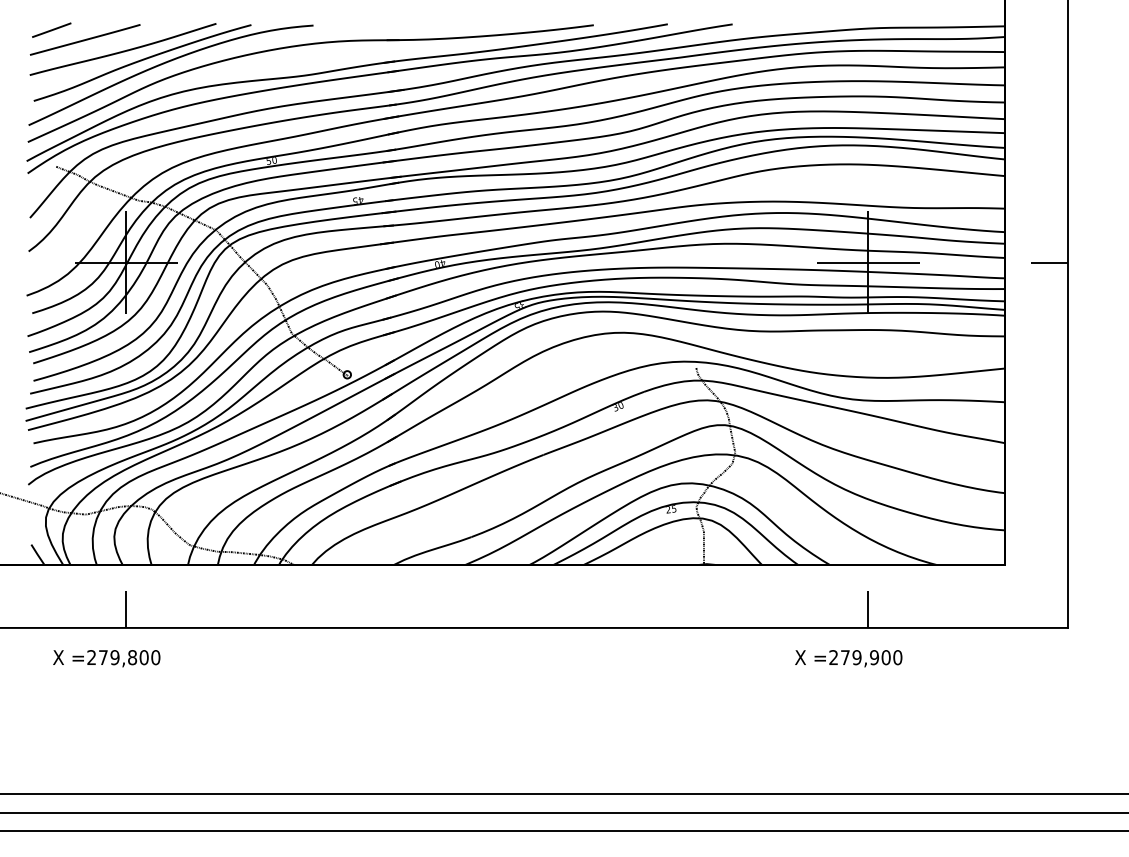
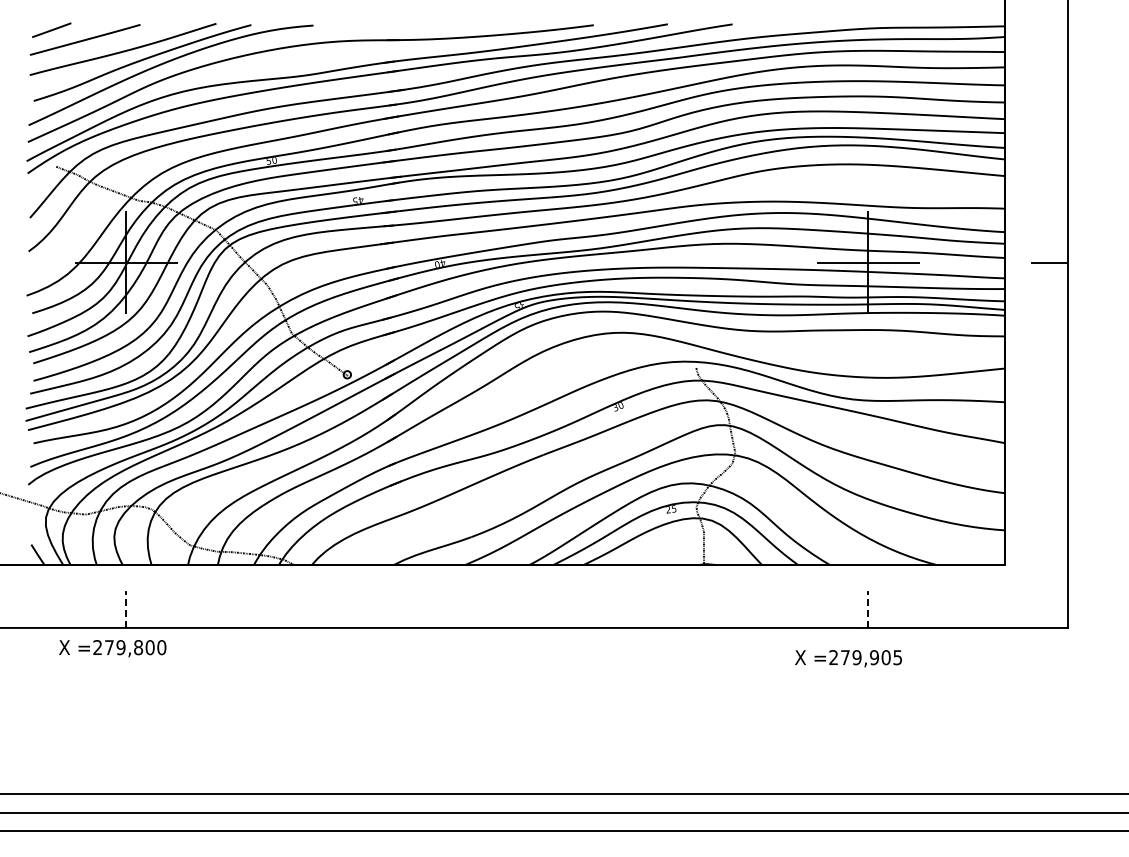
line at (126, 609): solid -> dashed
line at (868, 609): solid -> dashed
text at (897, 657): =279,900 -> =279,905
text at (106, 658) position: (106, 658) -> (112, 648)
